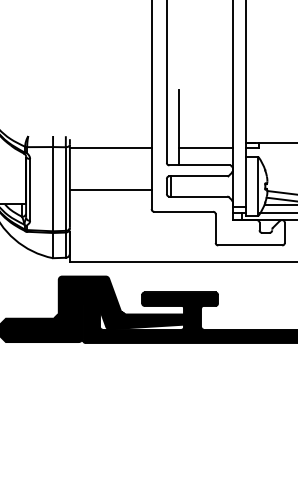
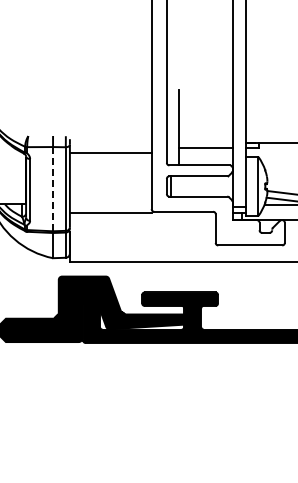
line at (110, 147) position: (110, 147) -> (110, 152)
line at (53, 188): solid -> dashed
line at (110, 189) position: (110, 189) -> (110, 212)
line at (277, 213): present -> none
